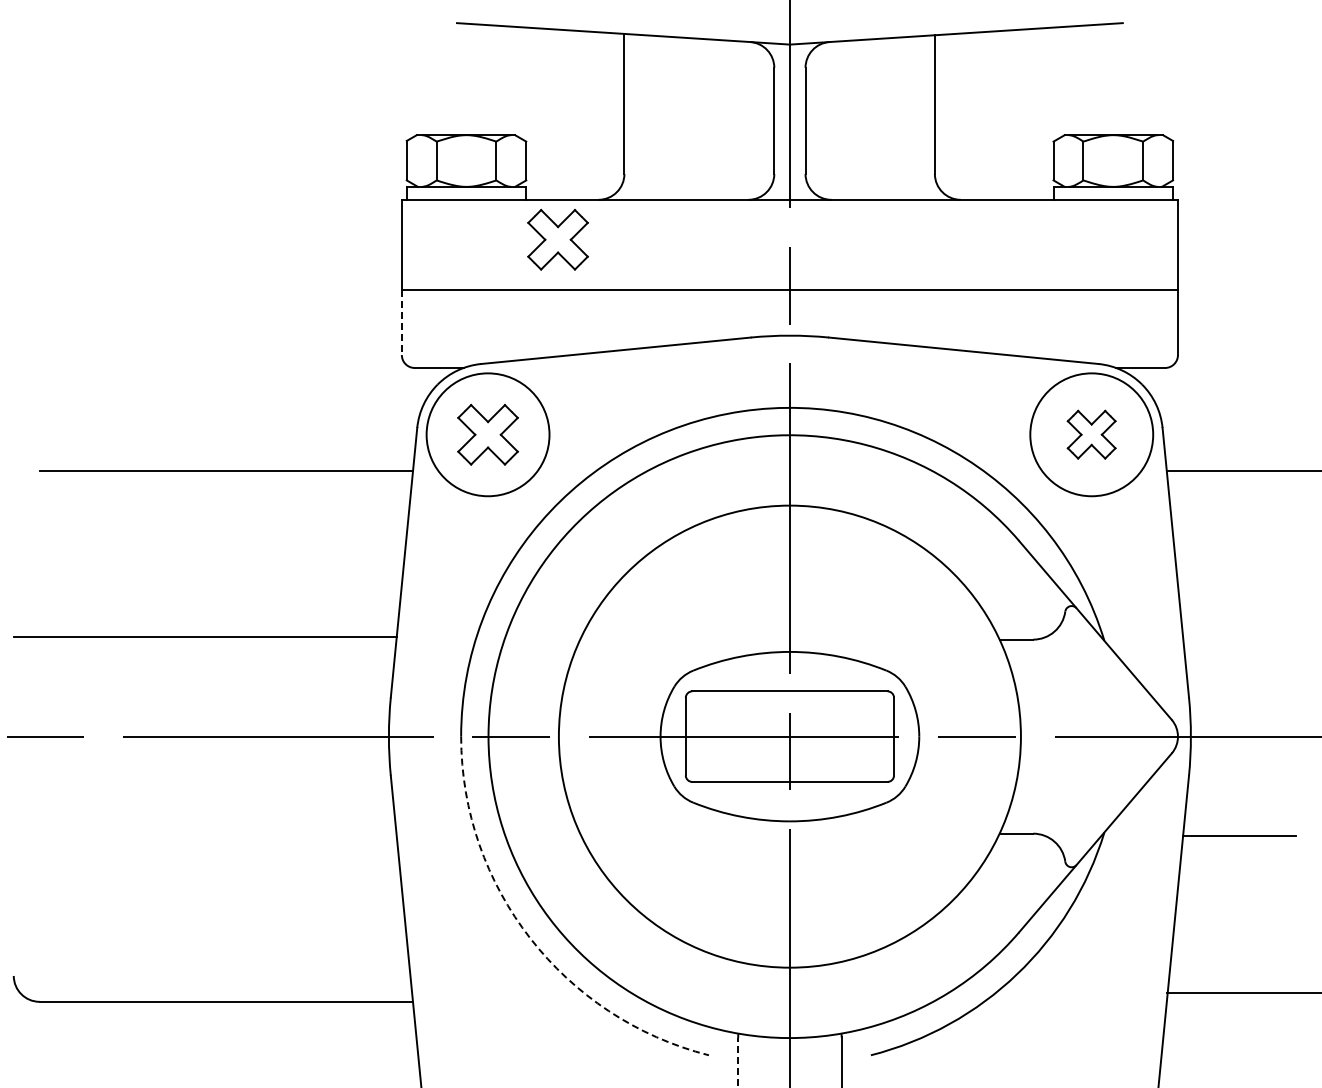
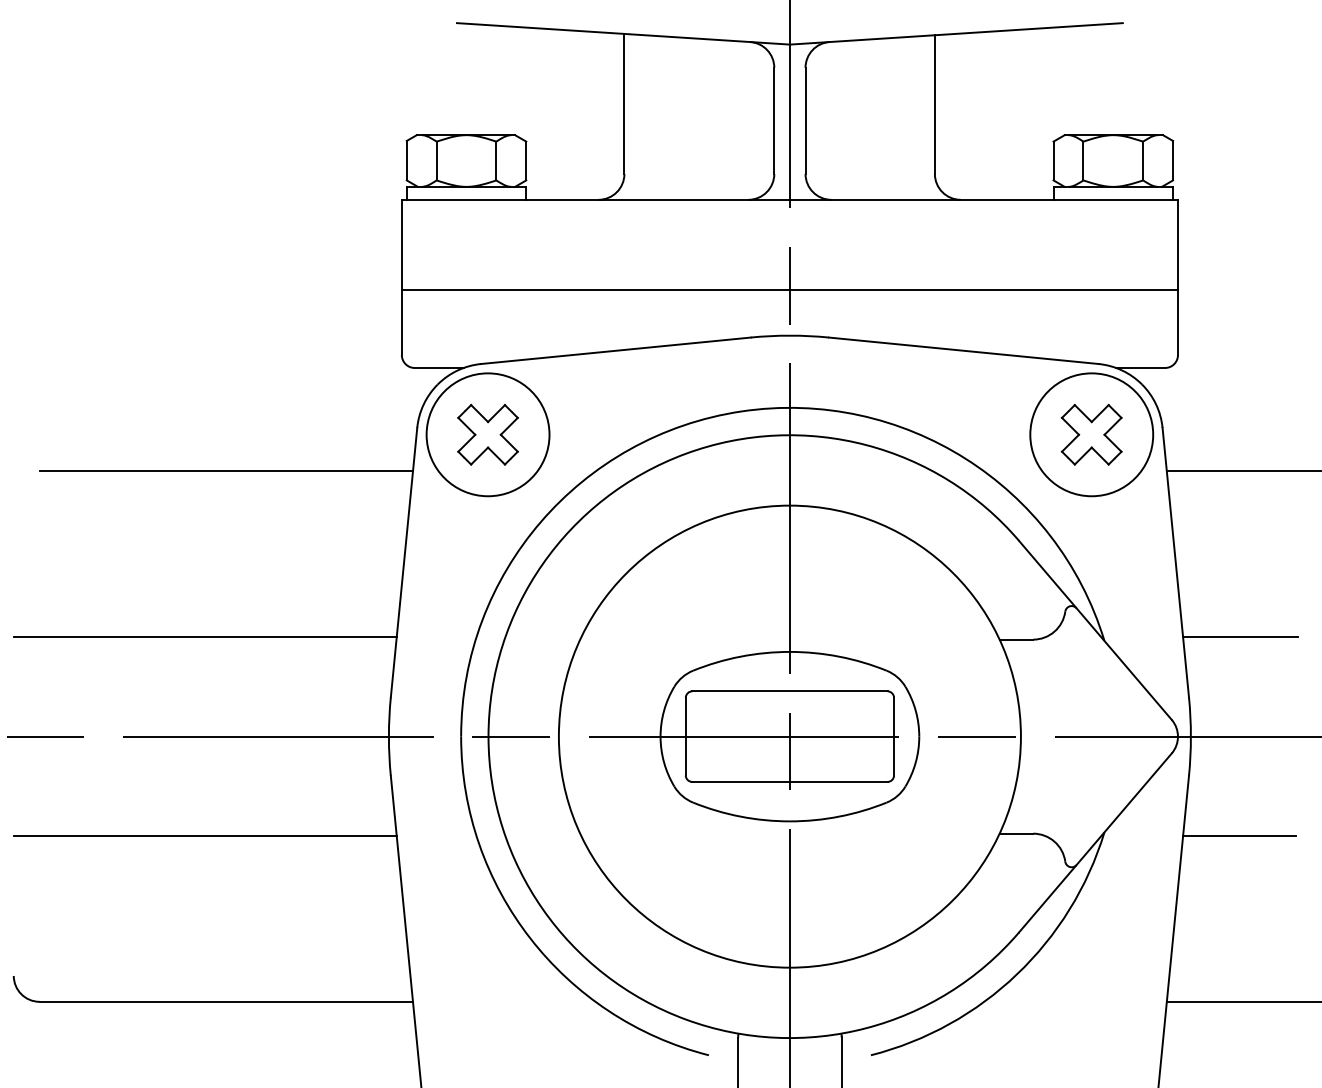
part at (557, 239): present -> none
line at (401, 323): dashed -> solid
part at (1091, 434) size: 51x51 px -> 63x63 px
line at (1240, 637): none -> present
line at (204, 836): none -> present
arc at (530, 938): dashed -> solid
line at (1242, 992) position: (1242, 992) -> (1242, 1001)
line at (738, 1063): dashed -> solid
